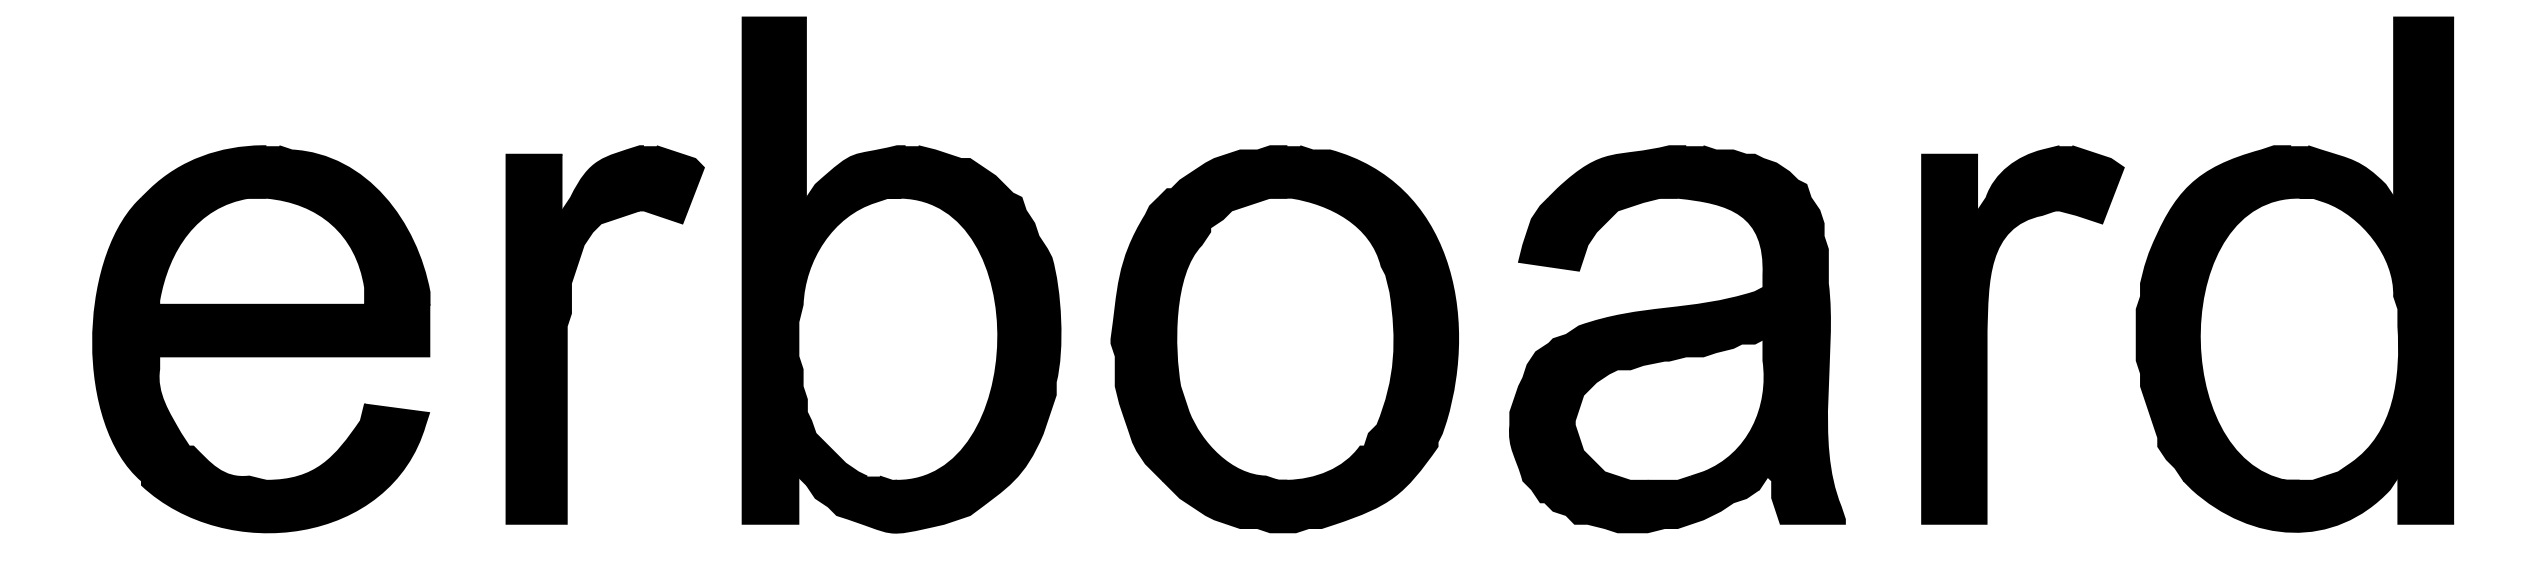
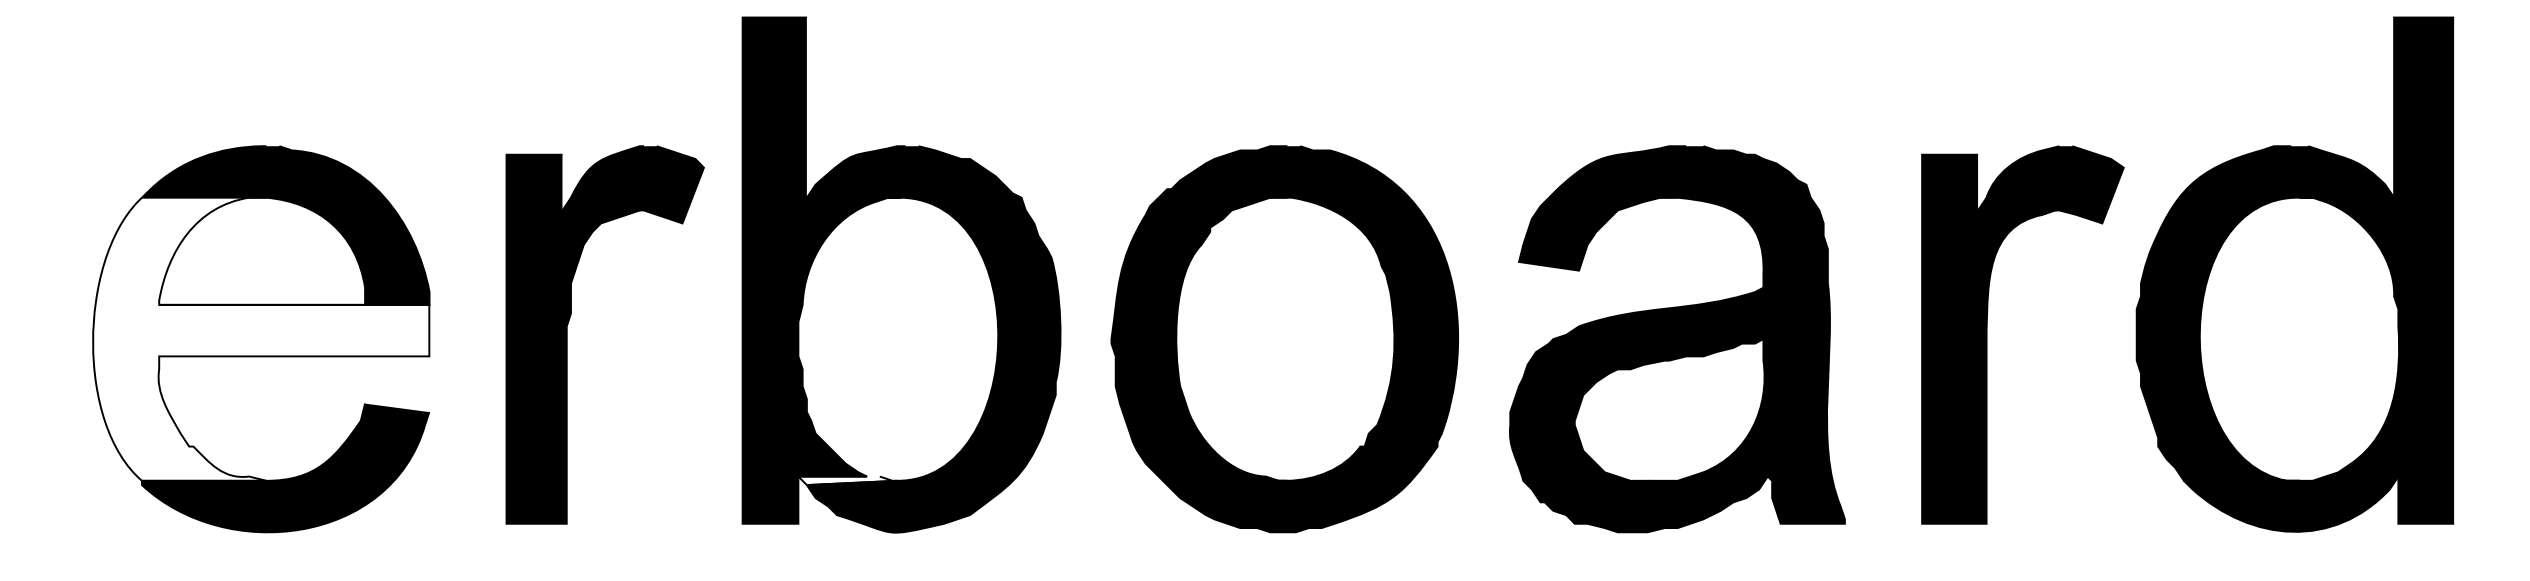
fill at (261, 338): present -> none
fill at (847, 480): present -> none
